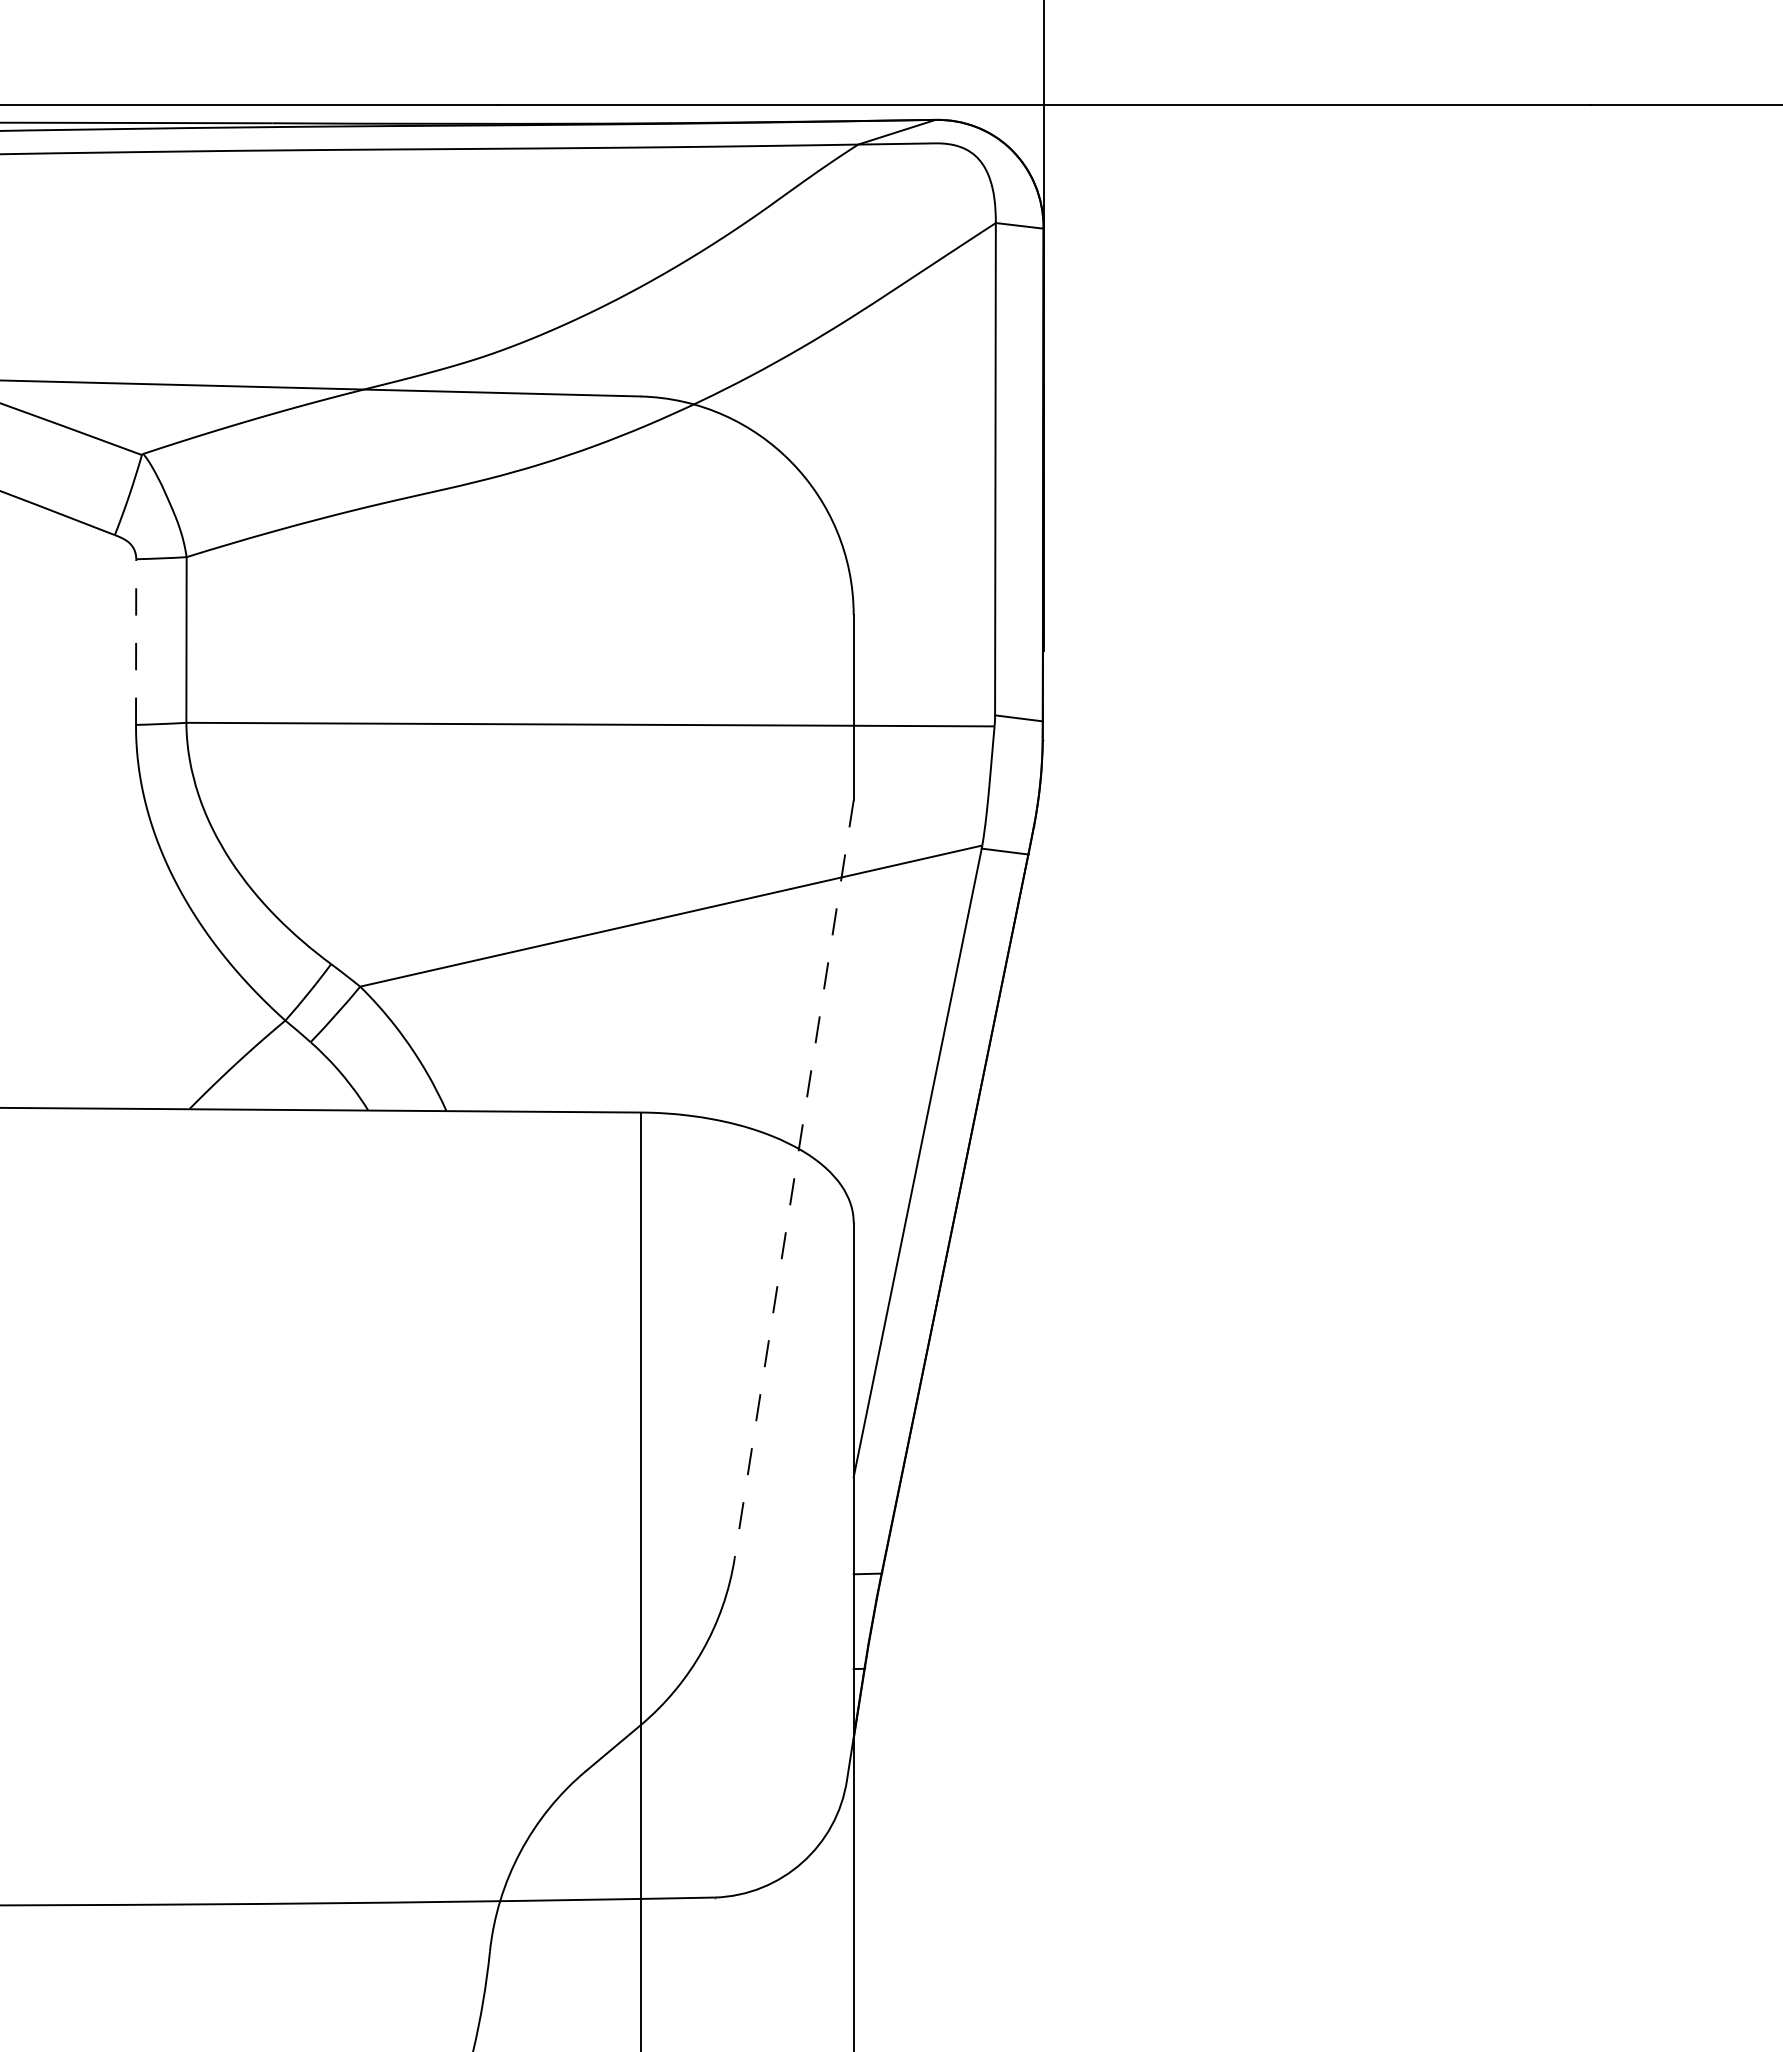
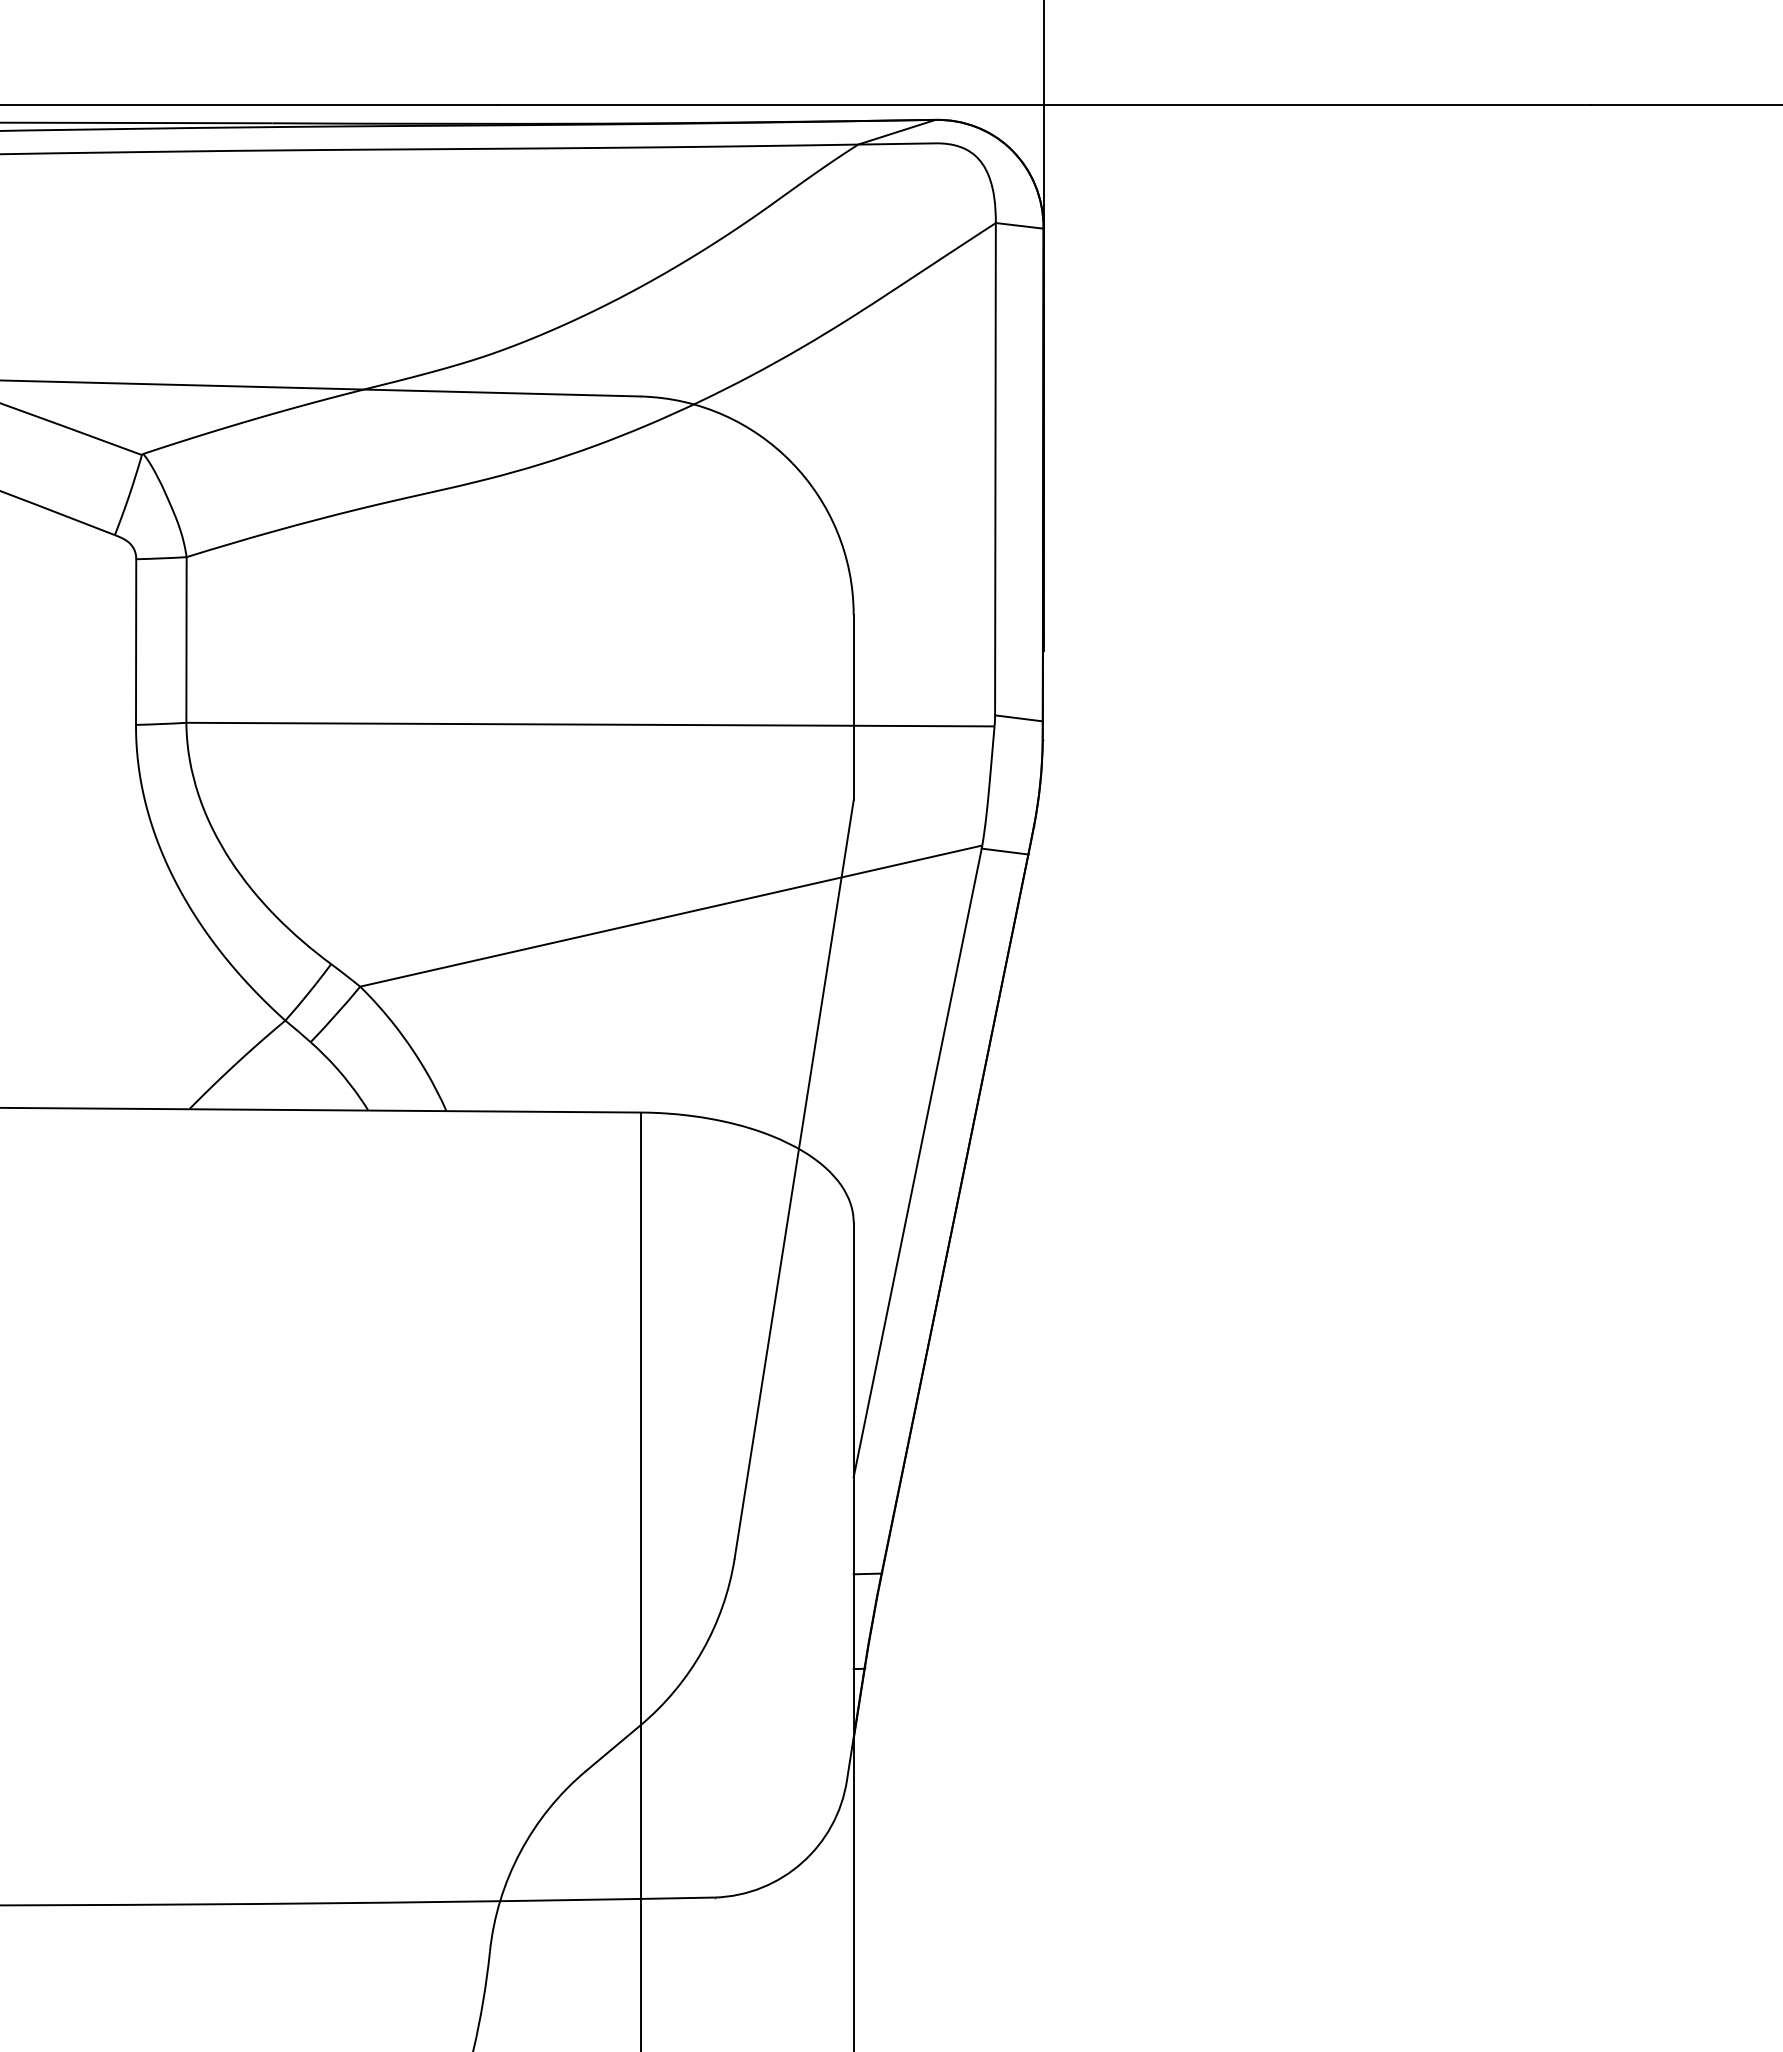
line at (136, 642): dashed -> solid
line at (794, 1179): dashed -> solid
